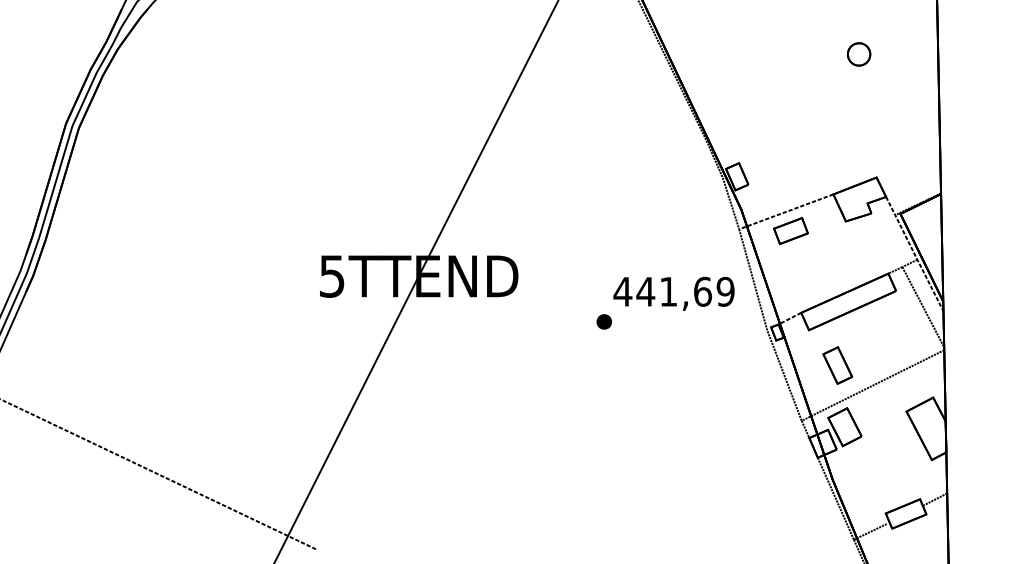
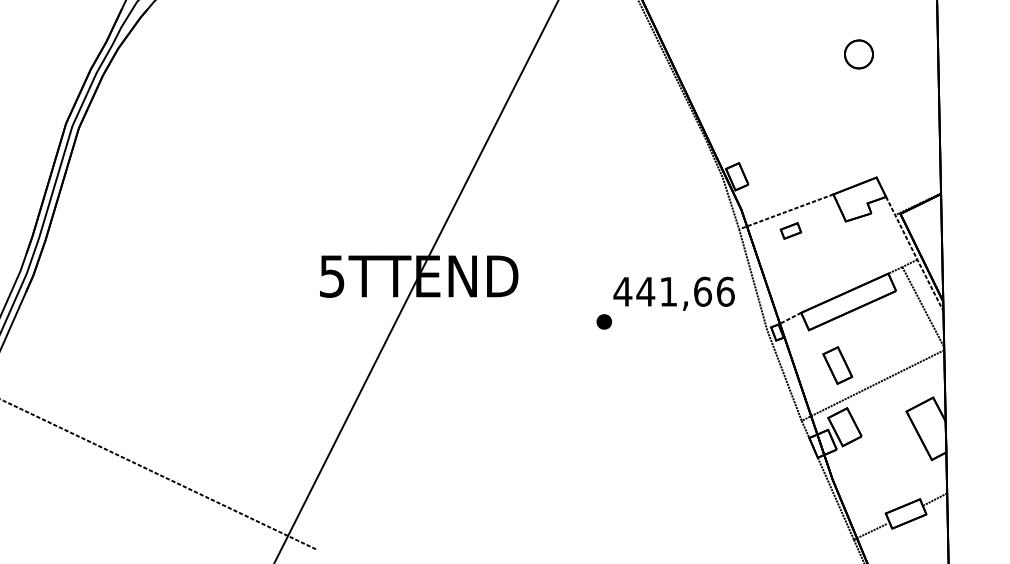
part at (859, 54) size: 25x25 px -> 30x31 px
part at (790, 230) size: 36x28 px -> 24x18 px
text at (725, 291): 441,69 -> 441,66
